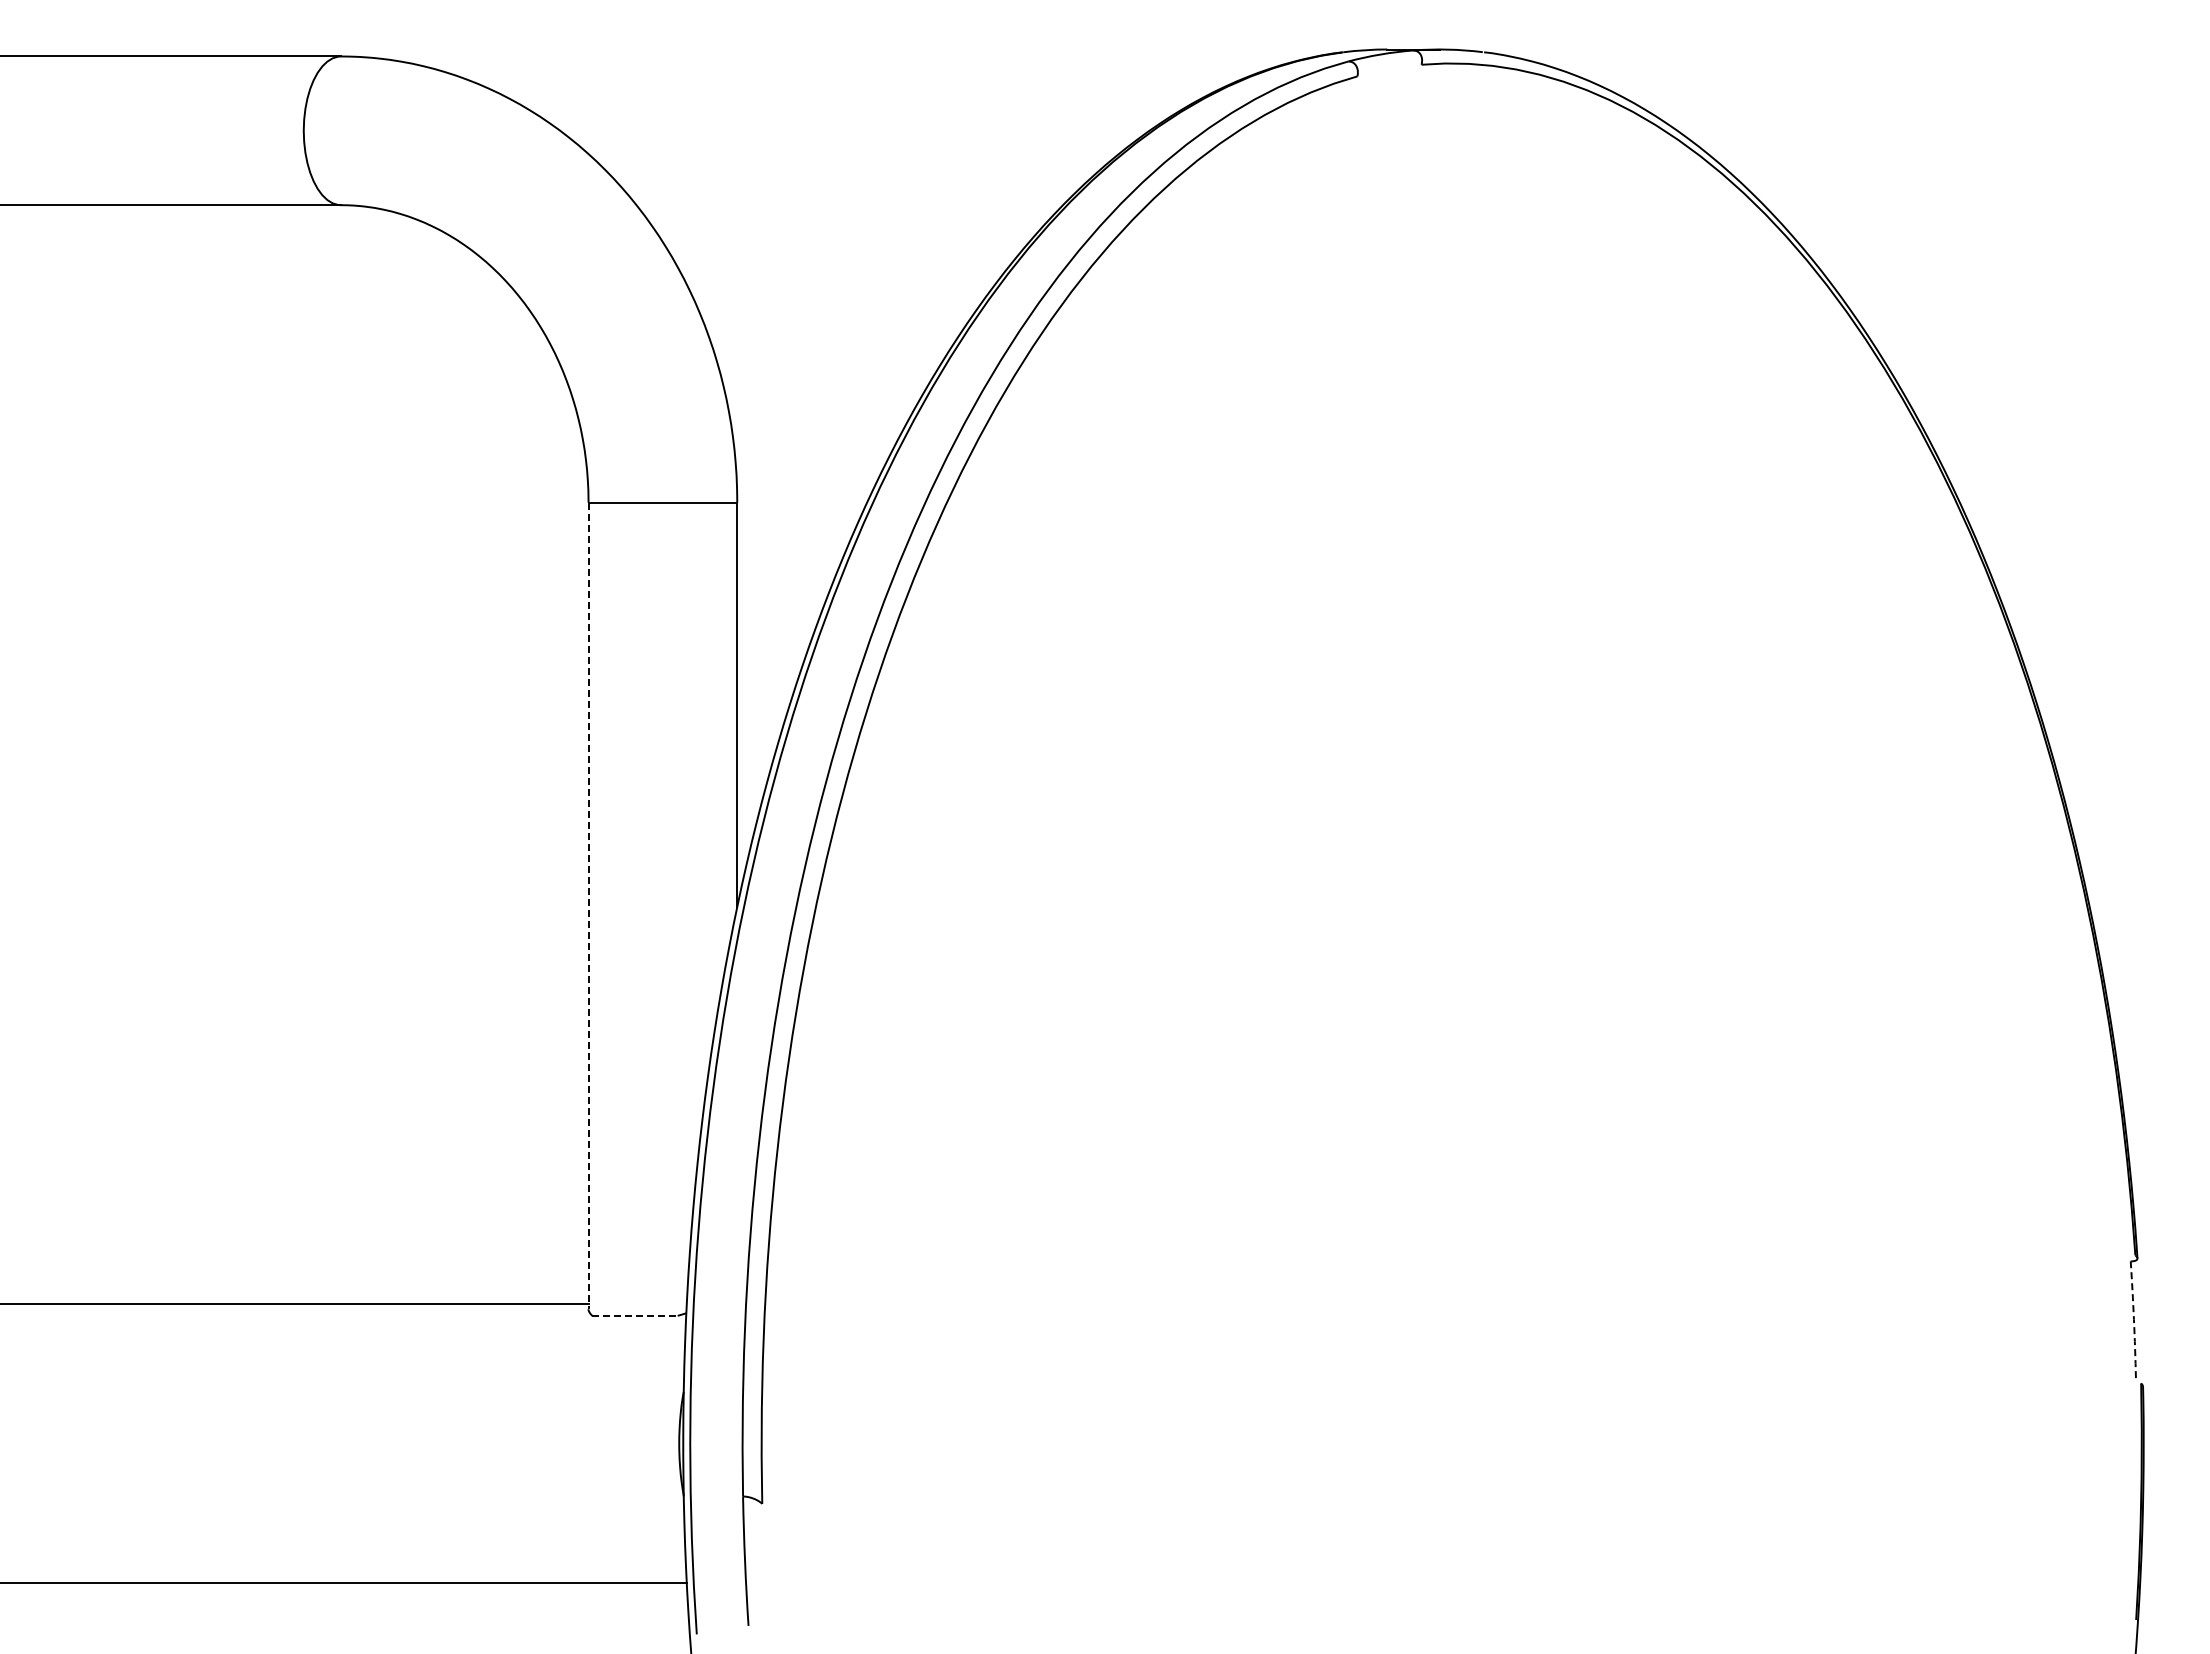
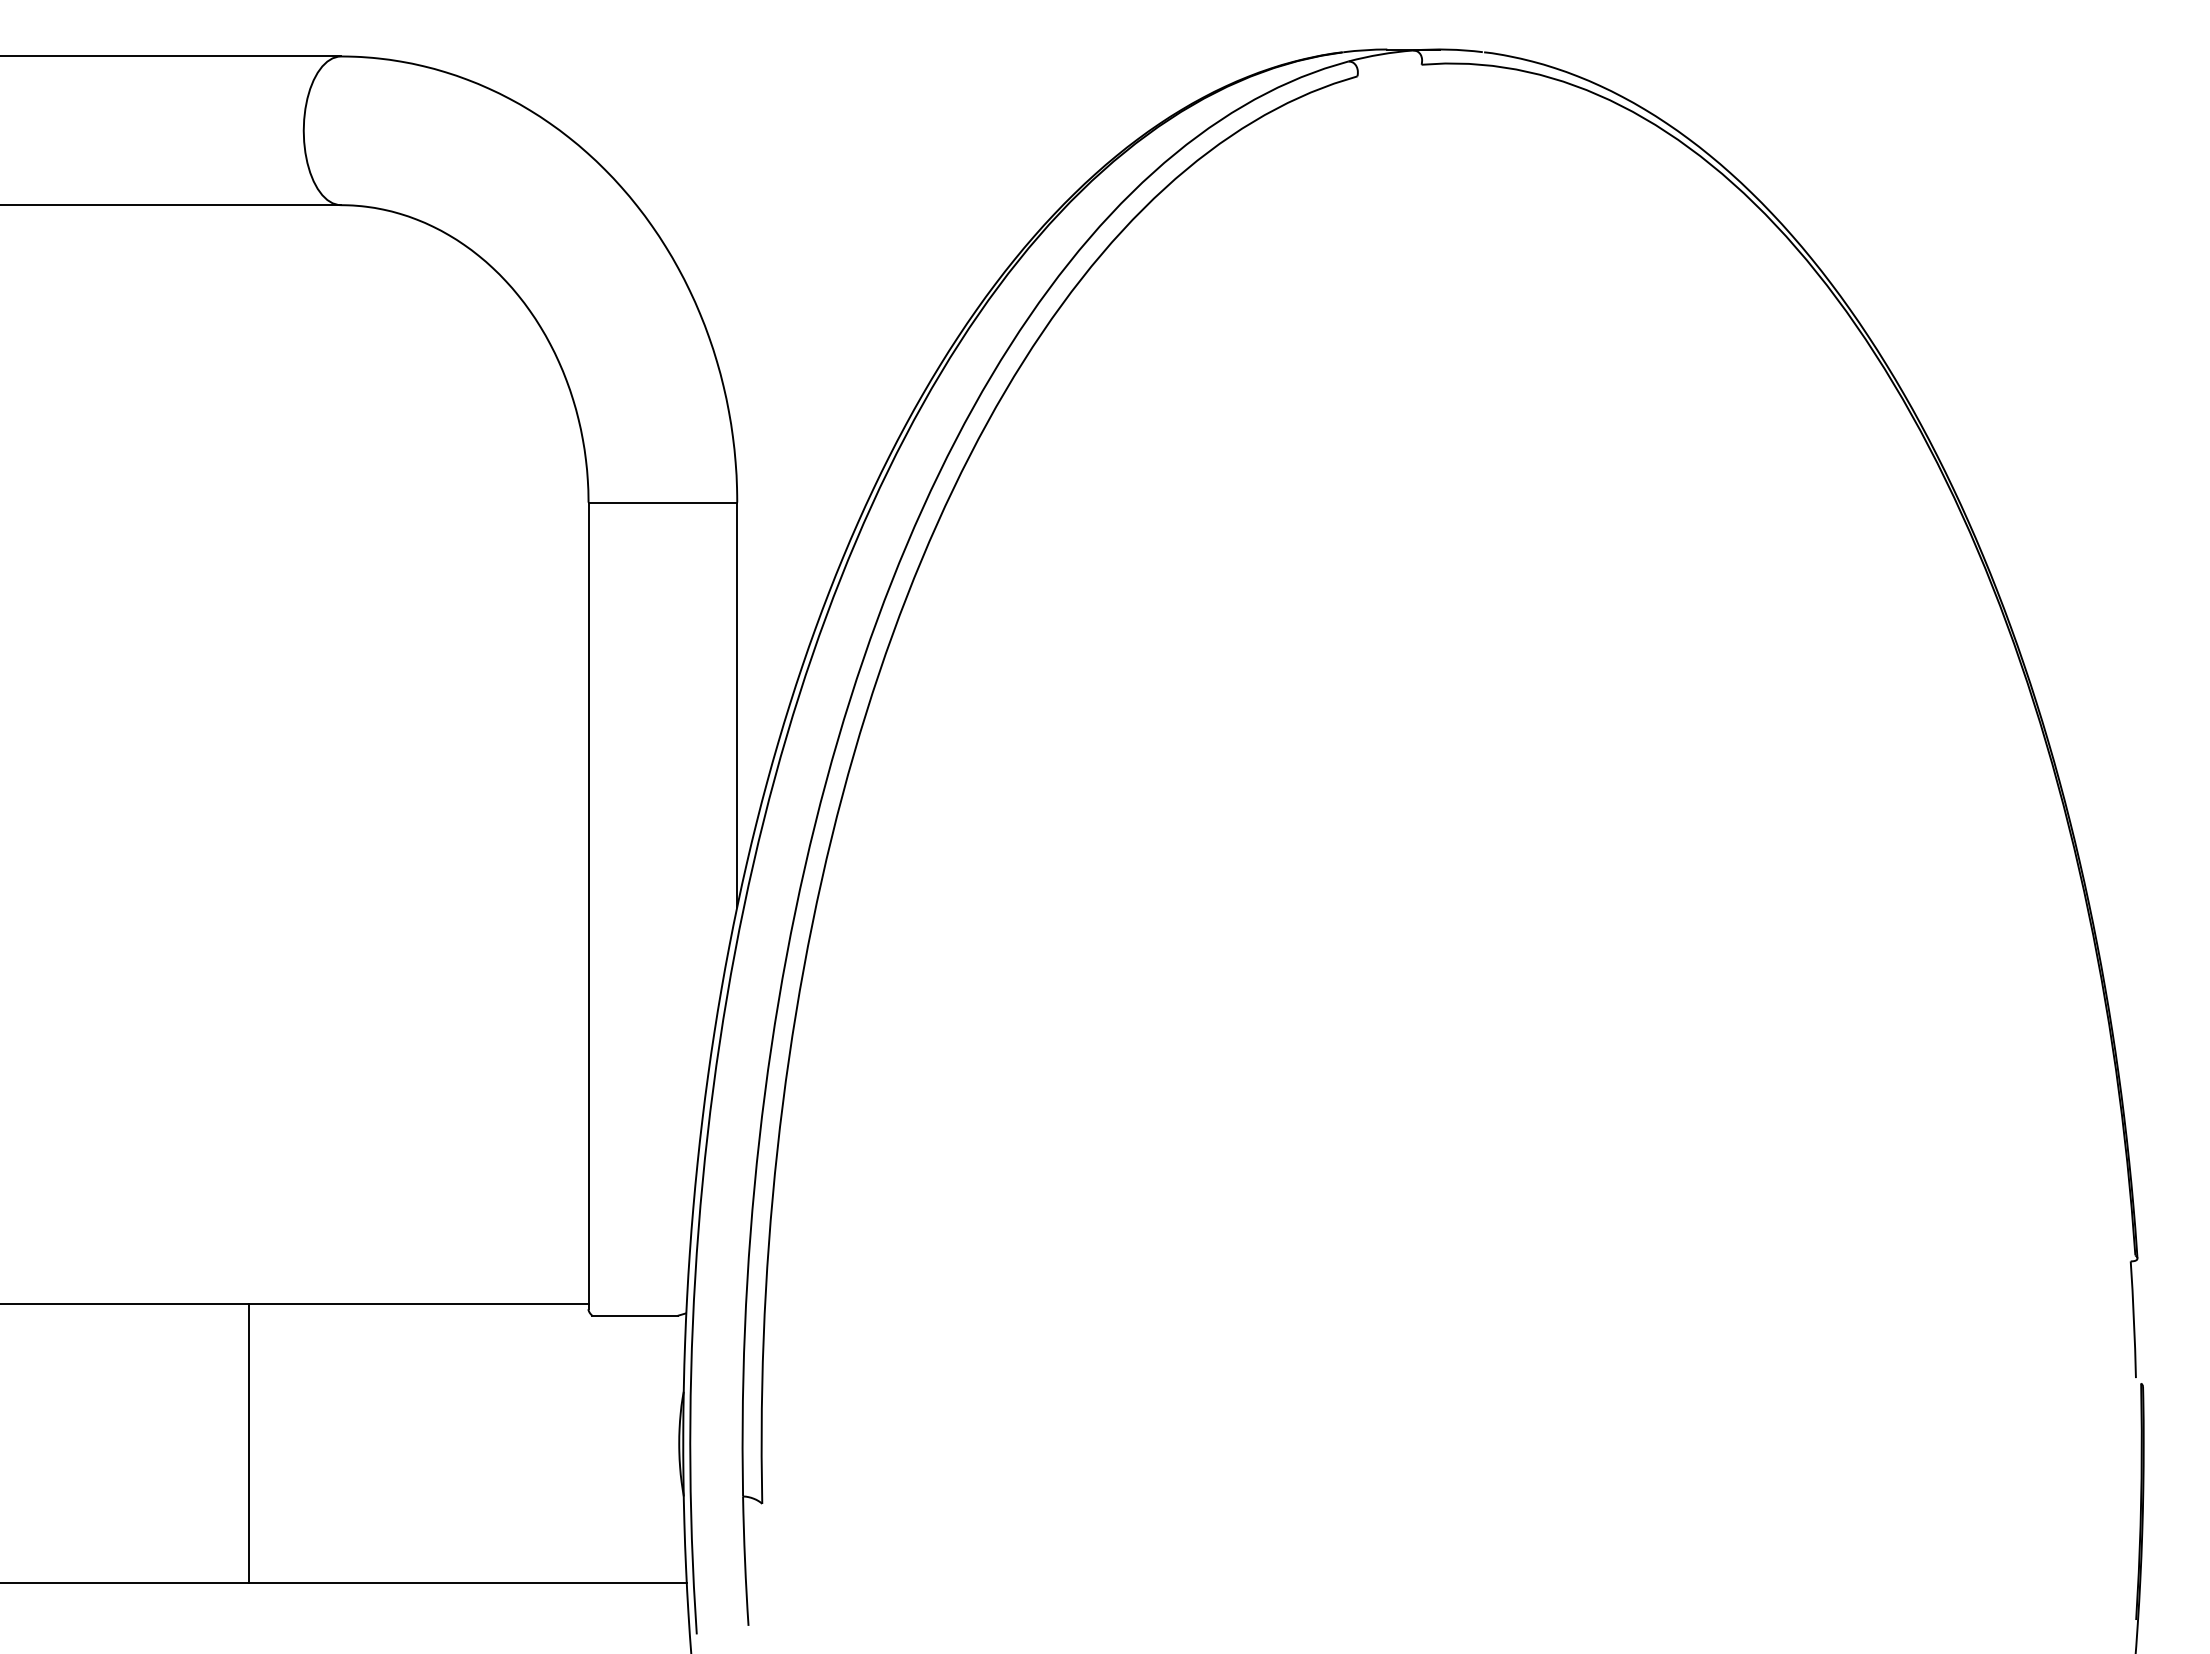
line at (588, 906): dashed -> solid
line at (635, 1315): dashed -> solid
arc at (2133, 1319): dashed -> solid
line at (249, 1443): none -> present
